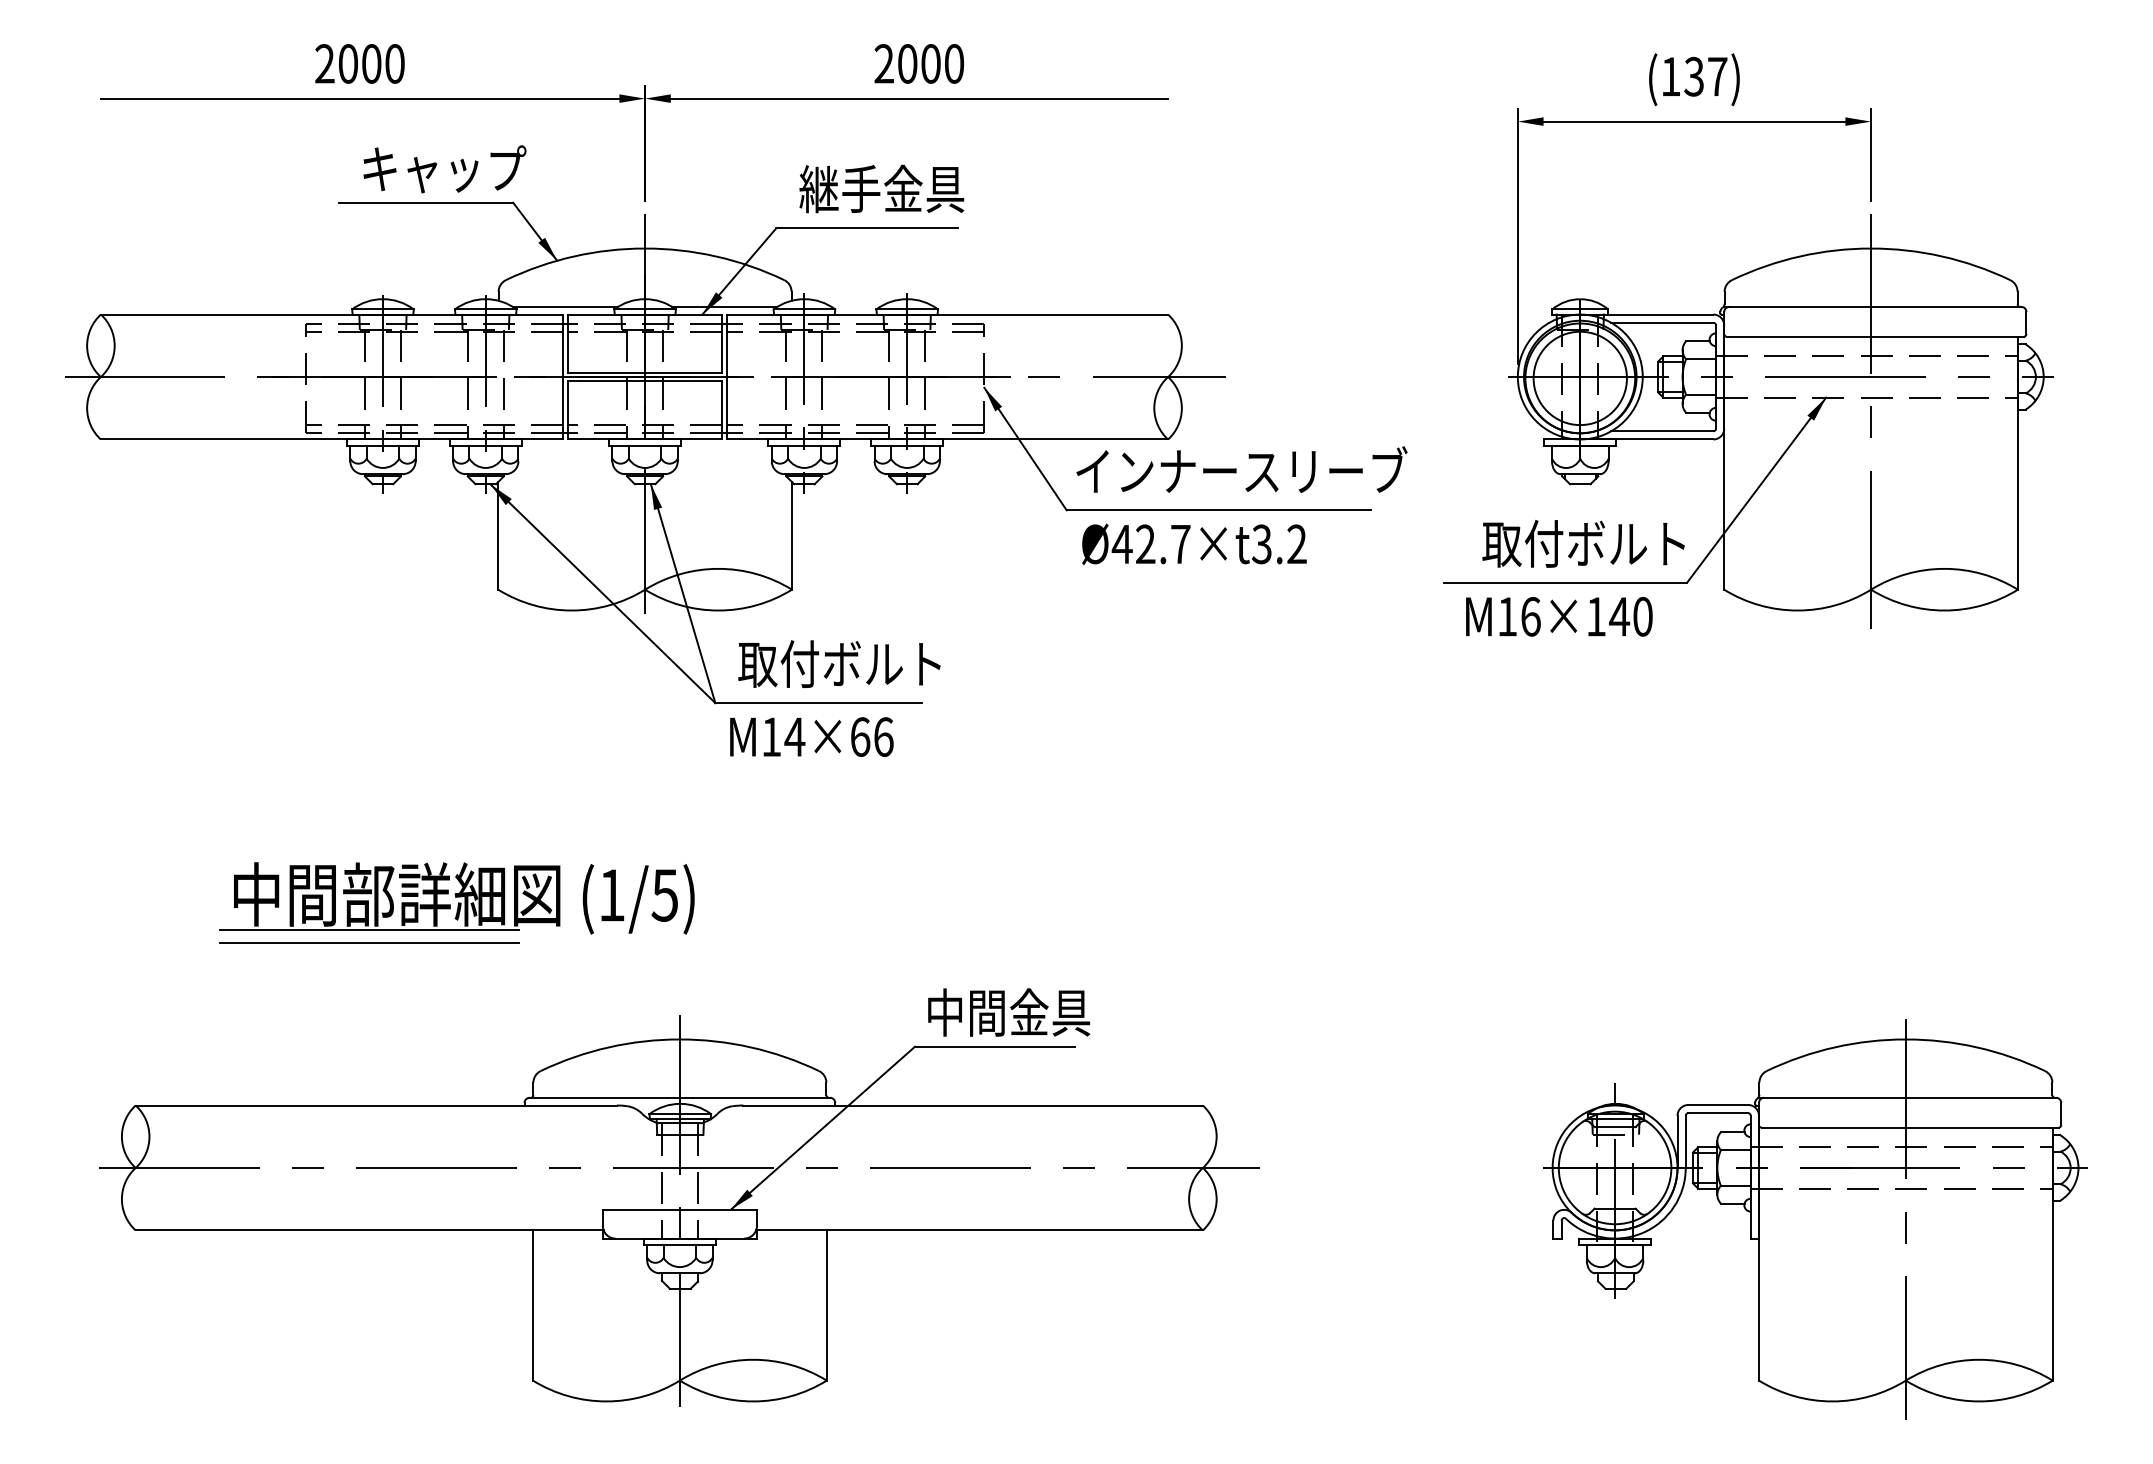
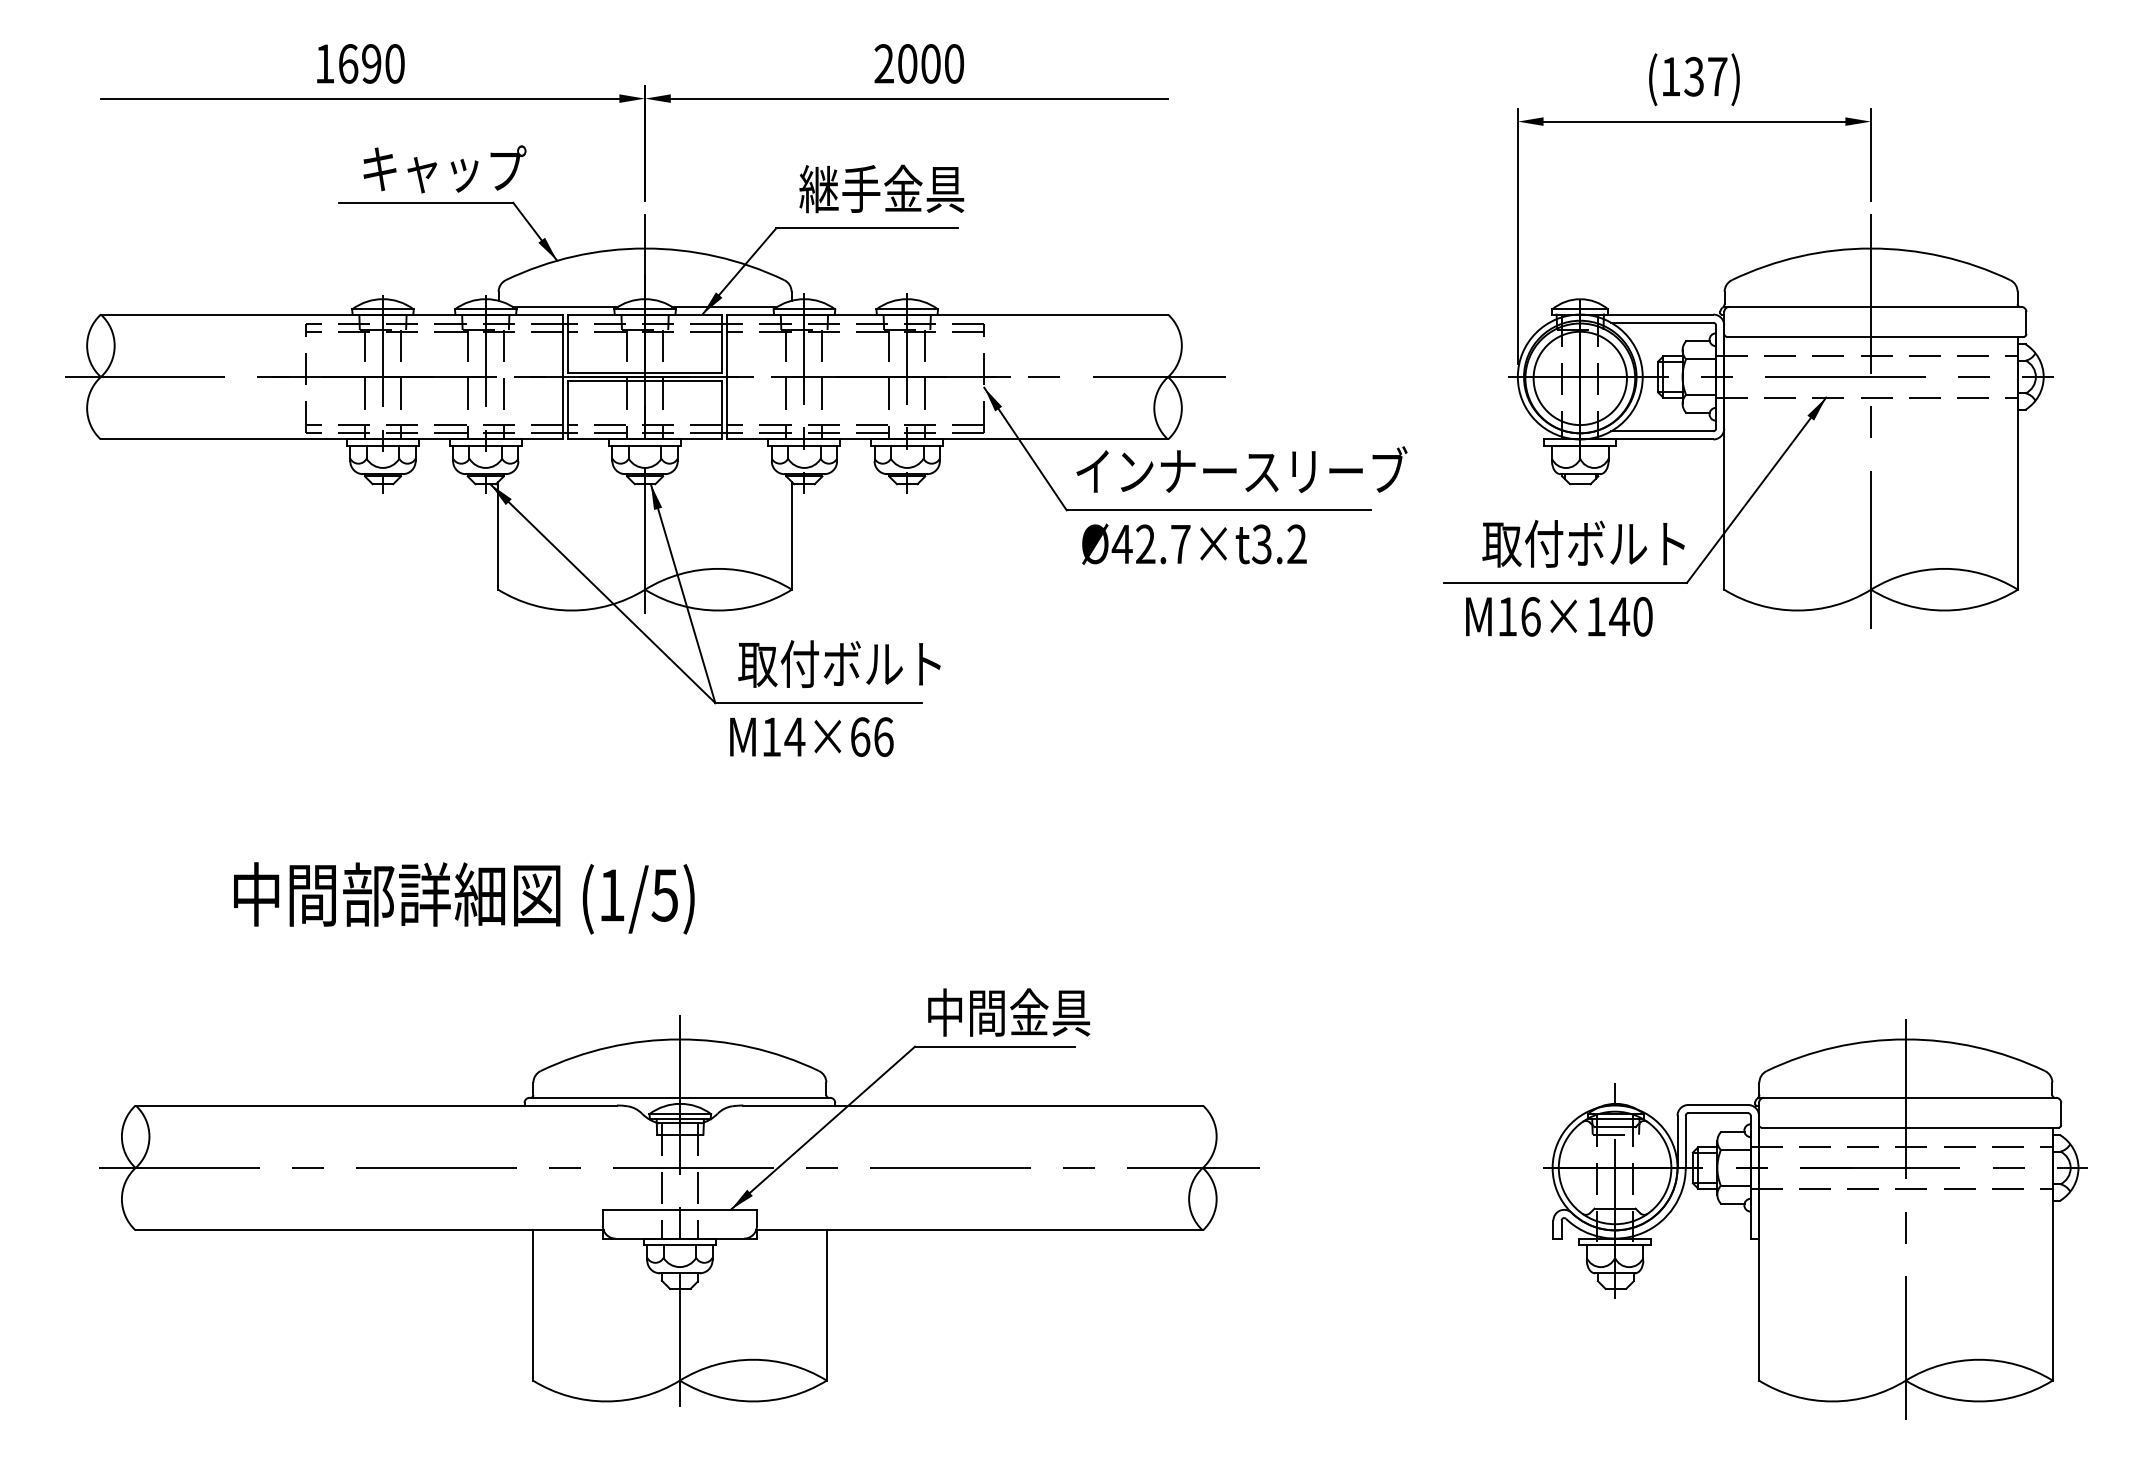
text at (348, 63): 2000 -> 1690
line at (369, 929): present -> none
line at (369, 942): present -> none
